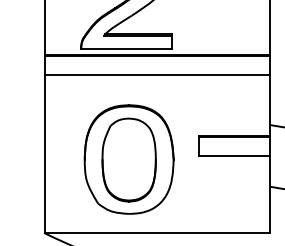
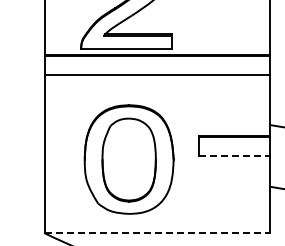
line at (235, 155): solid -> dashed
line at (157, 233): solid -> dashed
